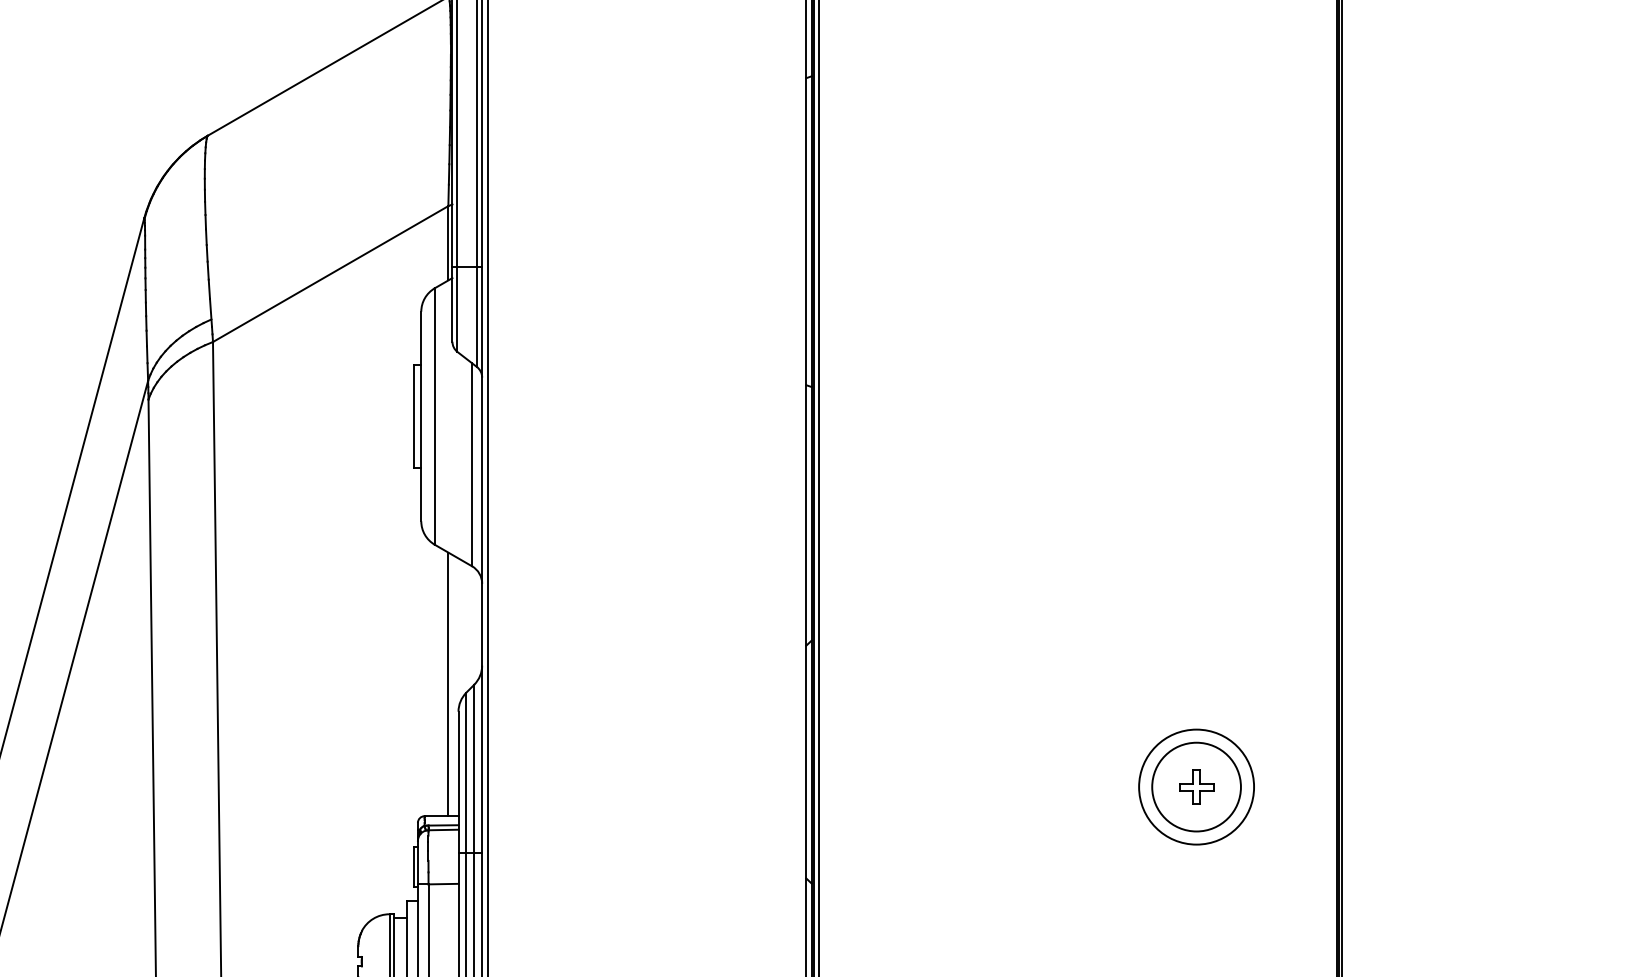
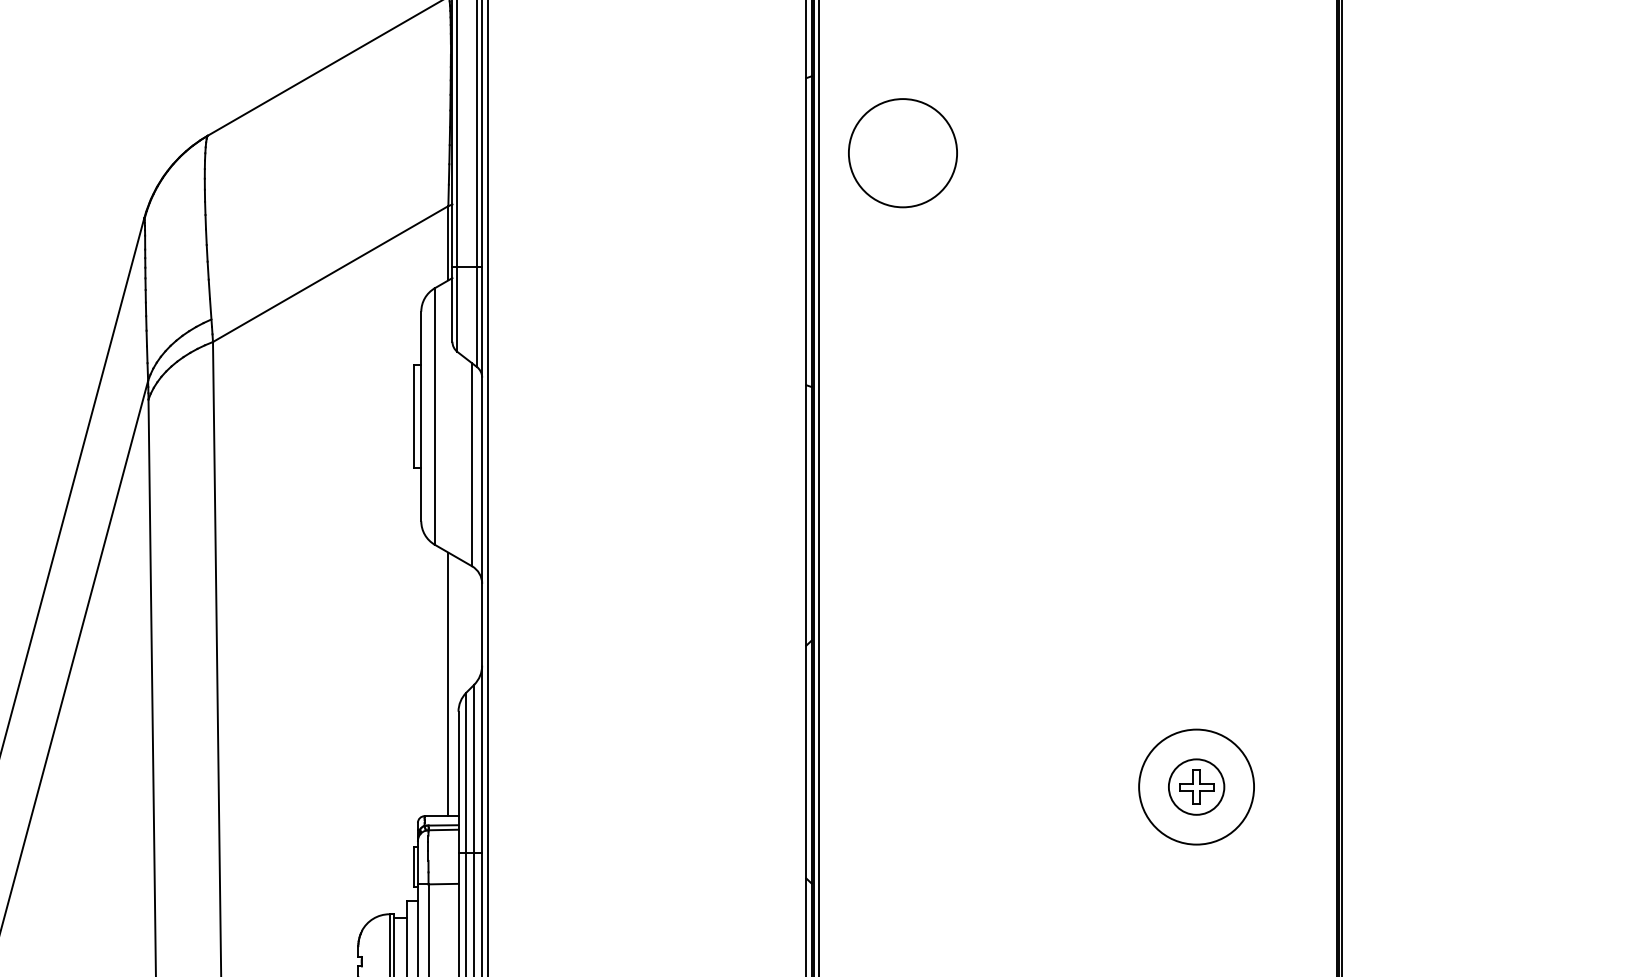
circle at (902, 153): none -> present
circle at (1196, 786) diameter: 89 px -> 55 px
